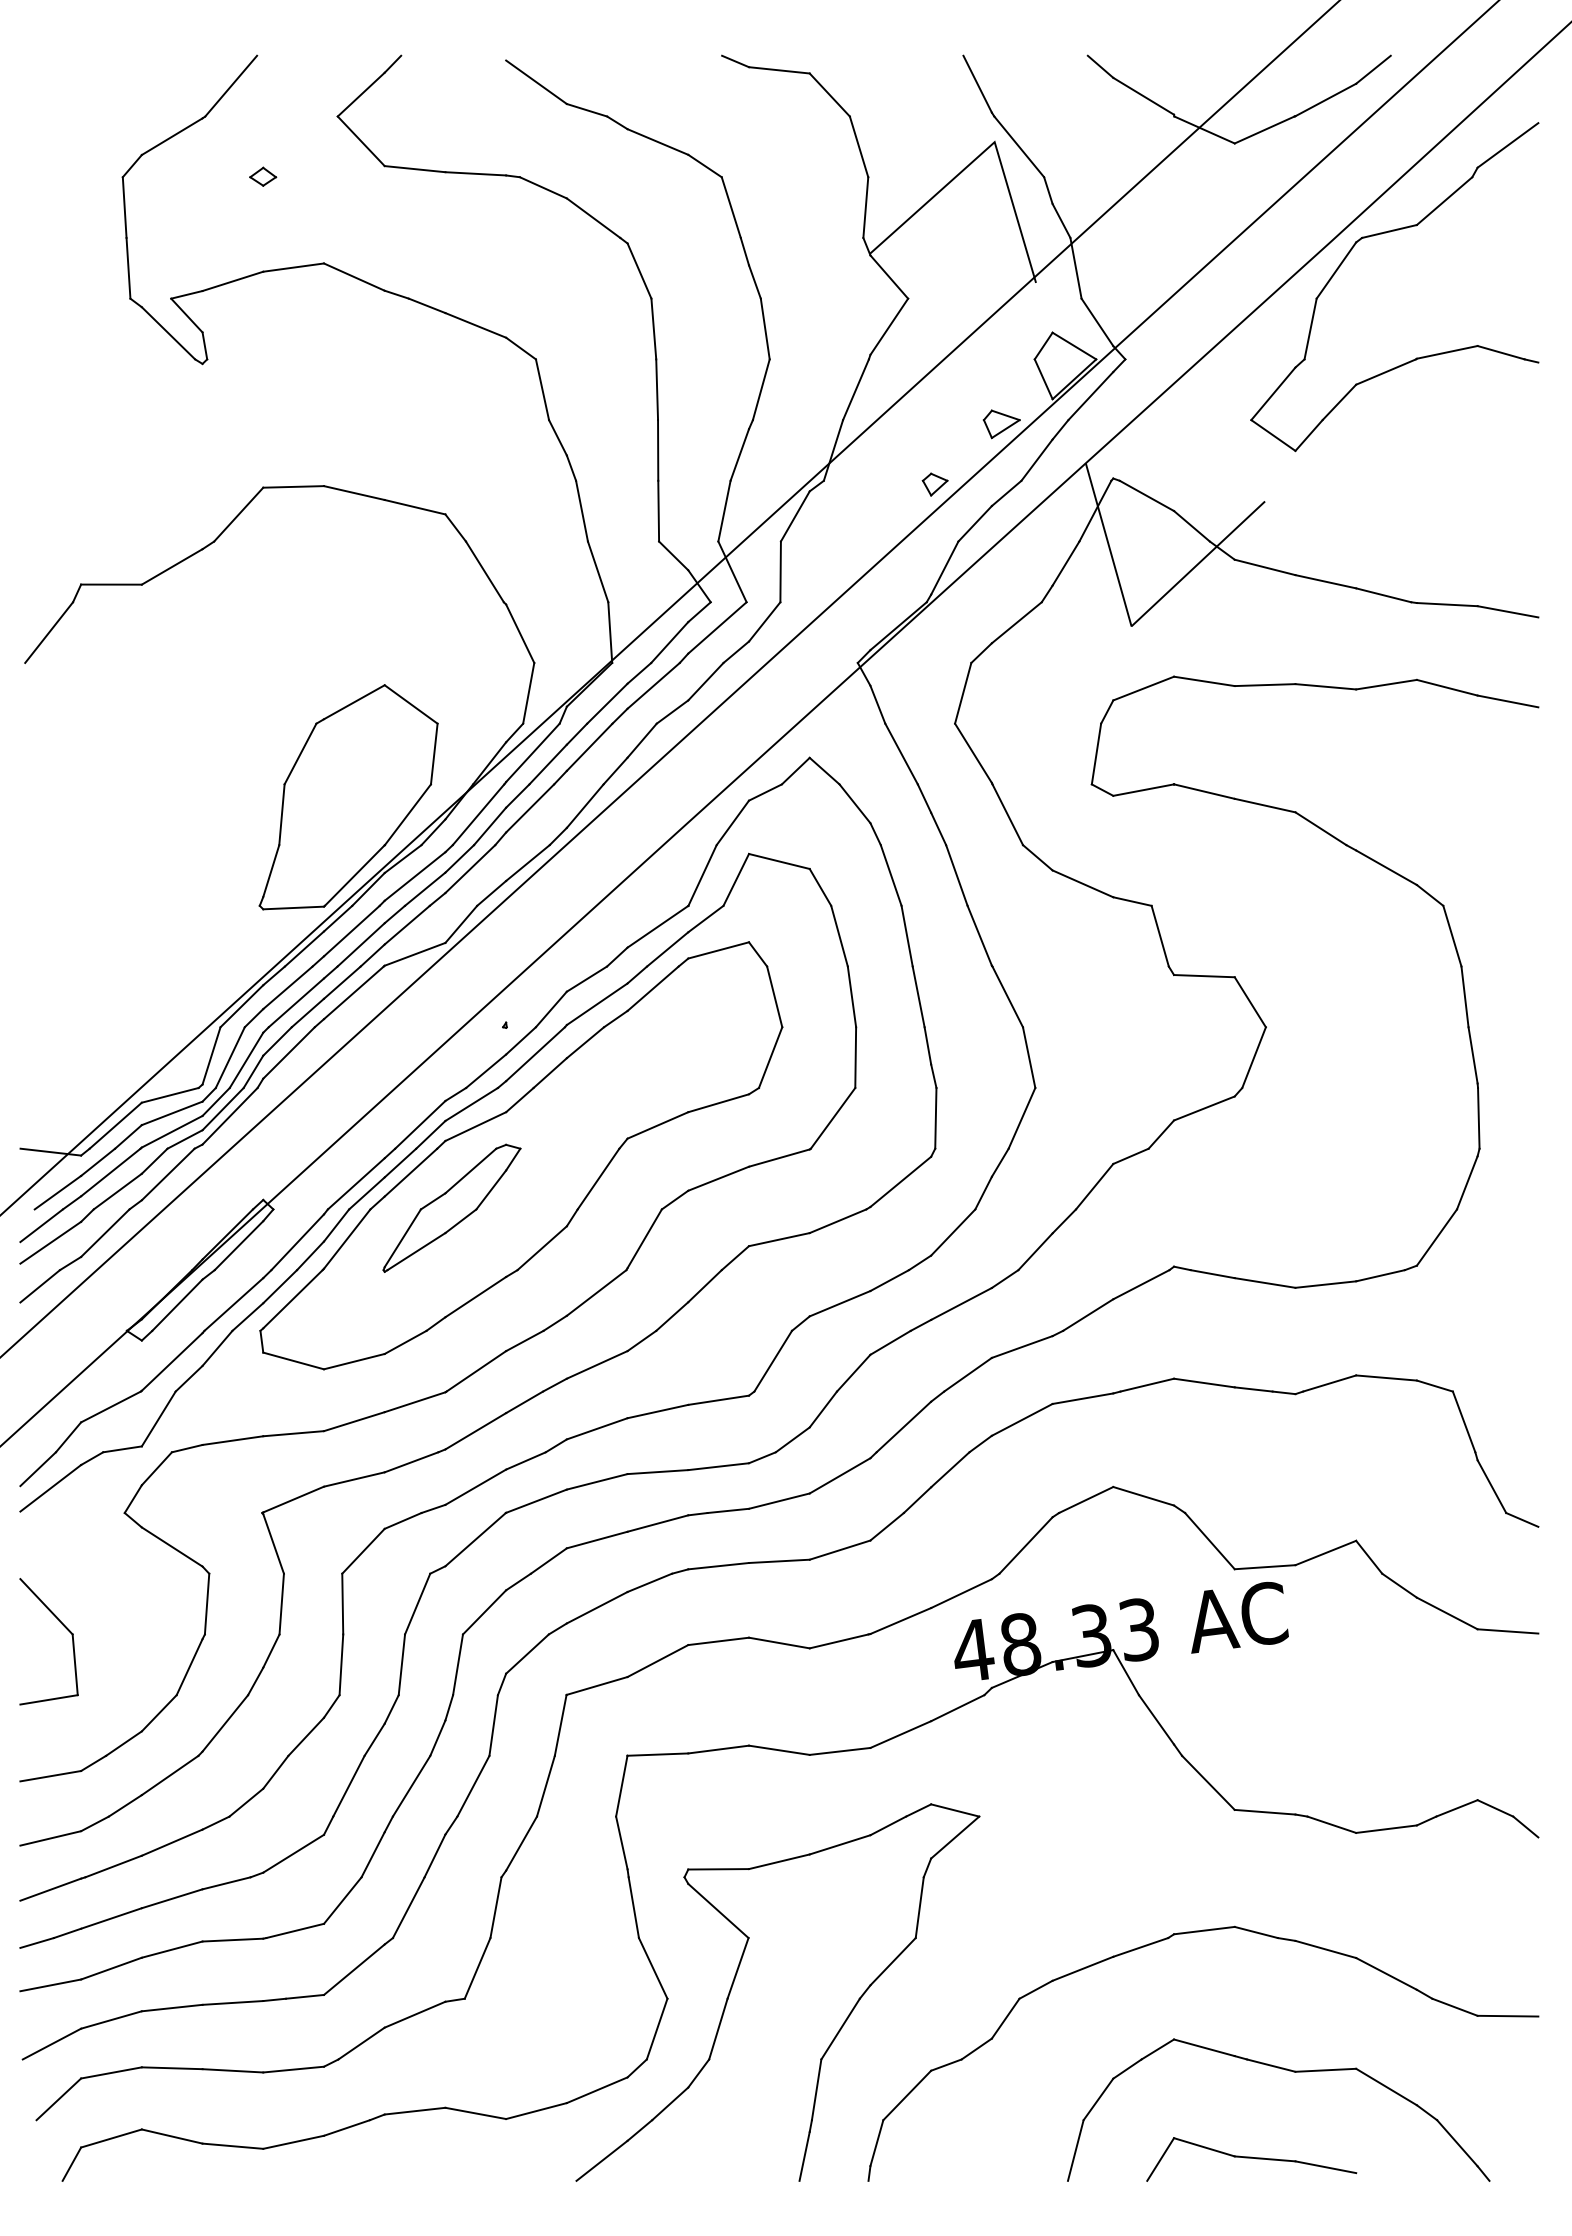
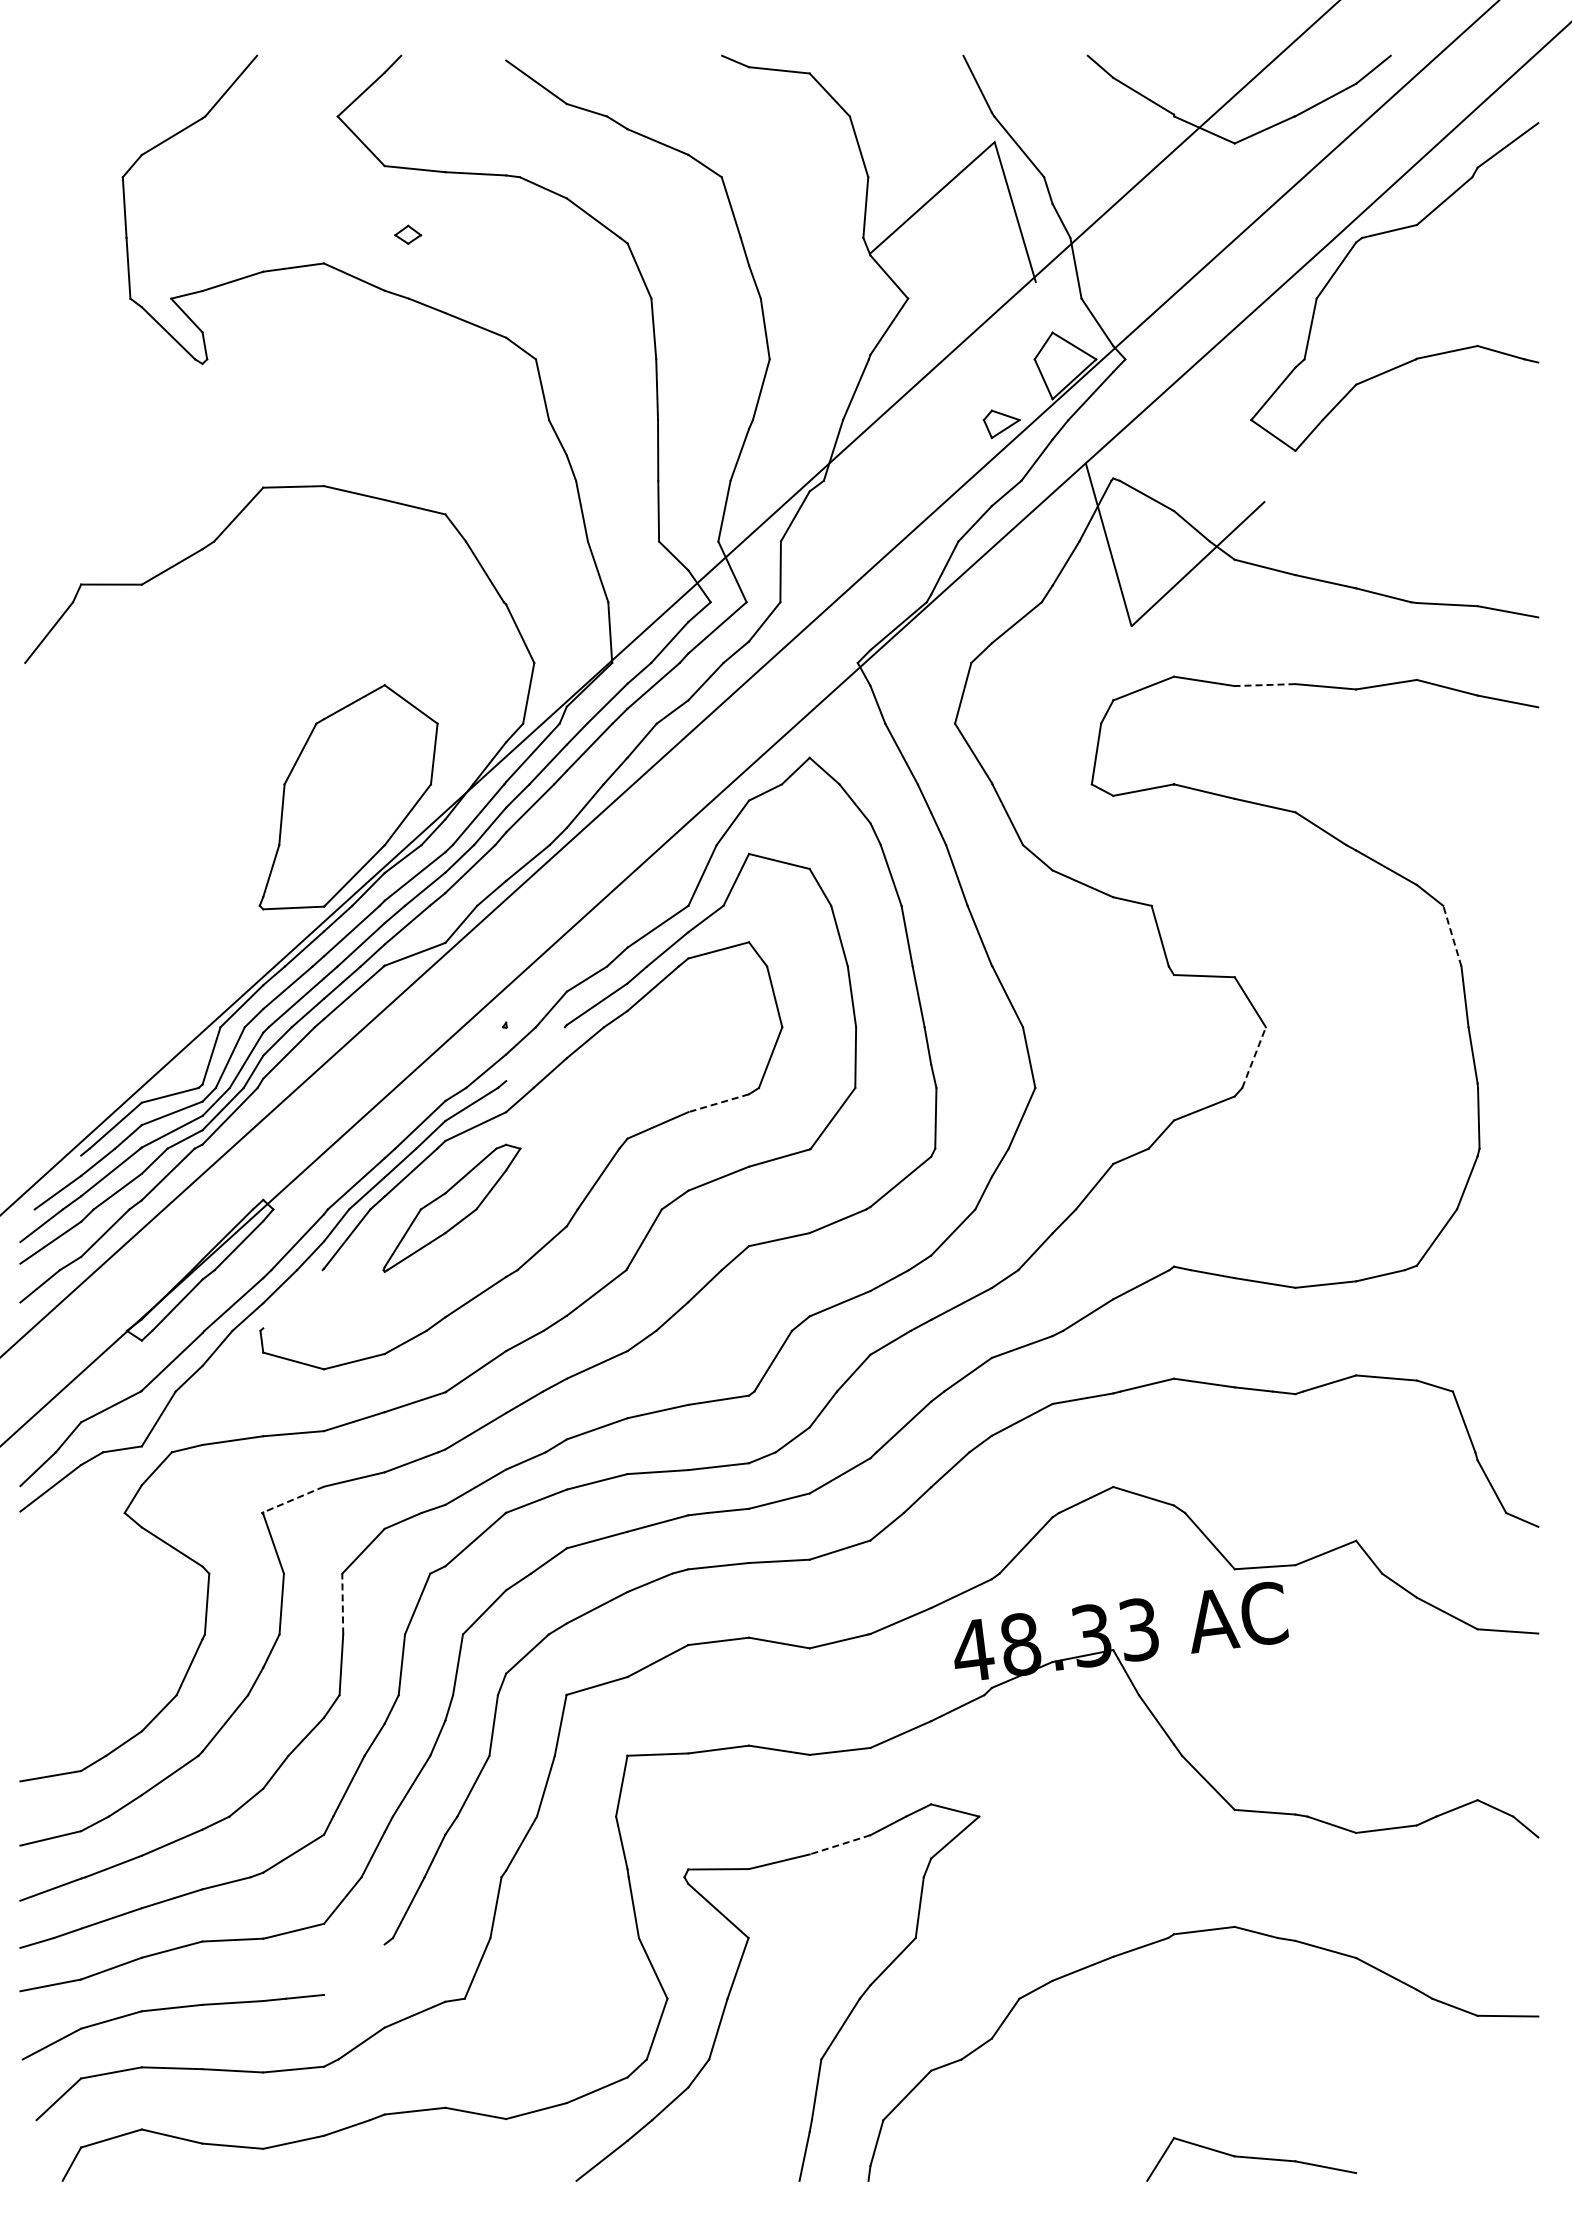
part at (263, 176) position: (263, 176) -> (408, 234)
part at (934, 484): present -> none
line at (1264, 685): solid -> dashed
line at (1452, 936): solid -> dashed
line at (535, 1054): present -> none
line at (1254, 1057): solid -> dashed
line at (718, 1103): solid -> dashed
line at (50, 1151): present -> none
line at (292, 1299): present -> none
line at (293, 1499): solid -> dashed
line at (342, 1603): solid -> dashed
part at (63, 1626): present -> none
line at (840, 1844): solid -> dashed
line at (354, 1969): present -> none
part at (1289, 2071): present -> none
